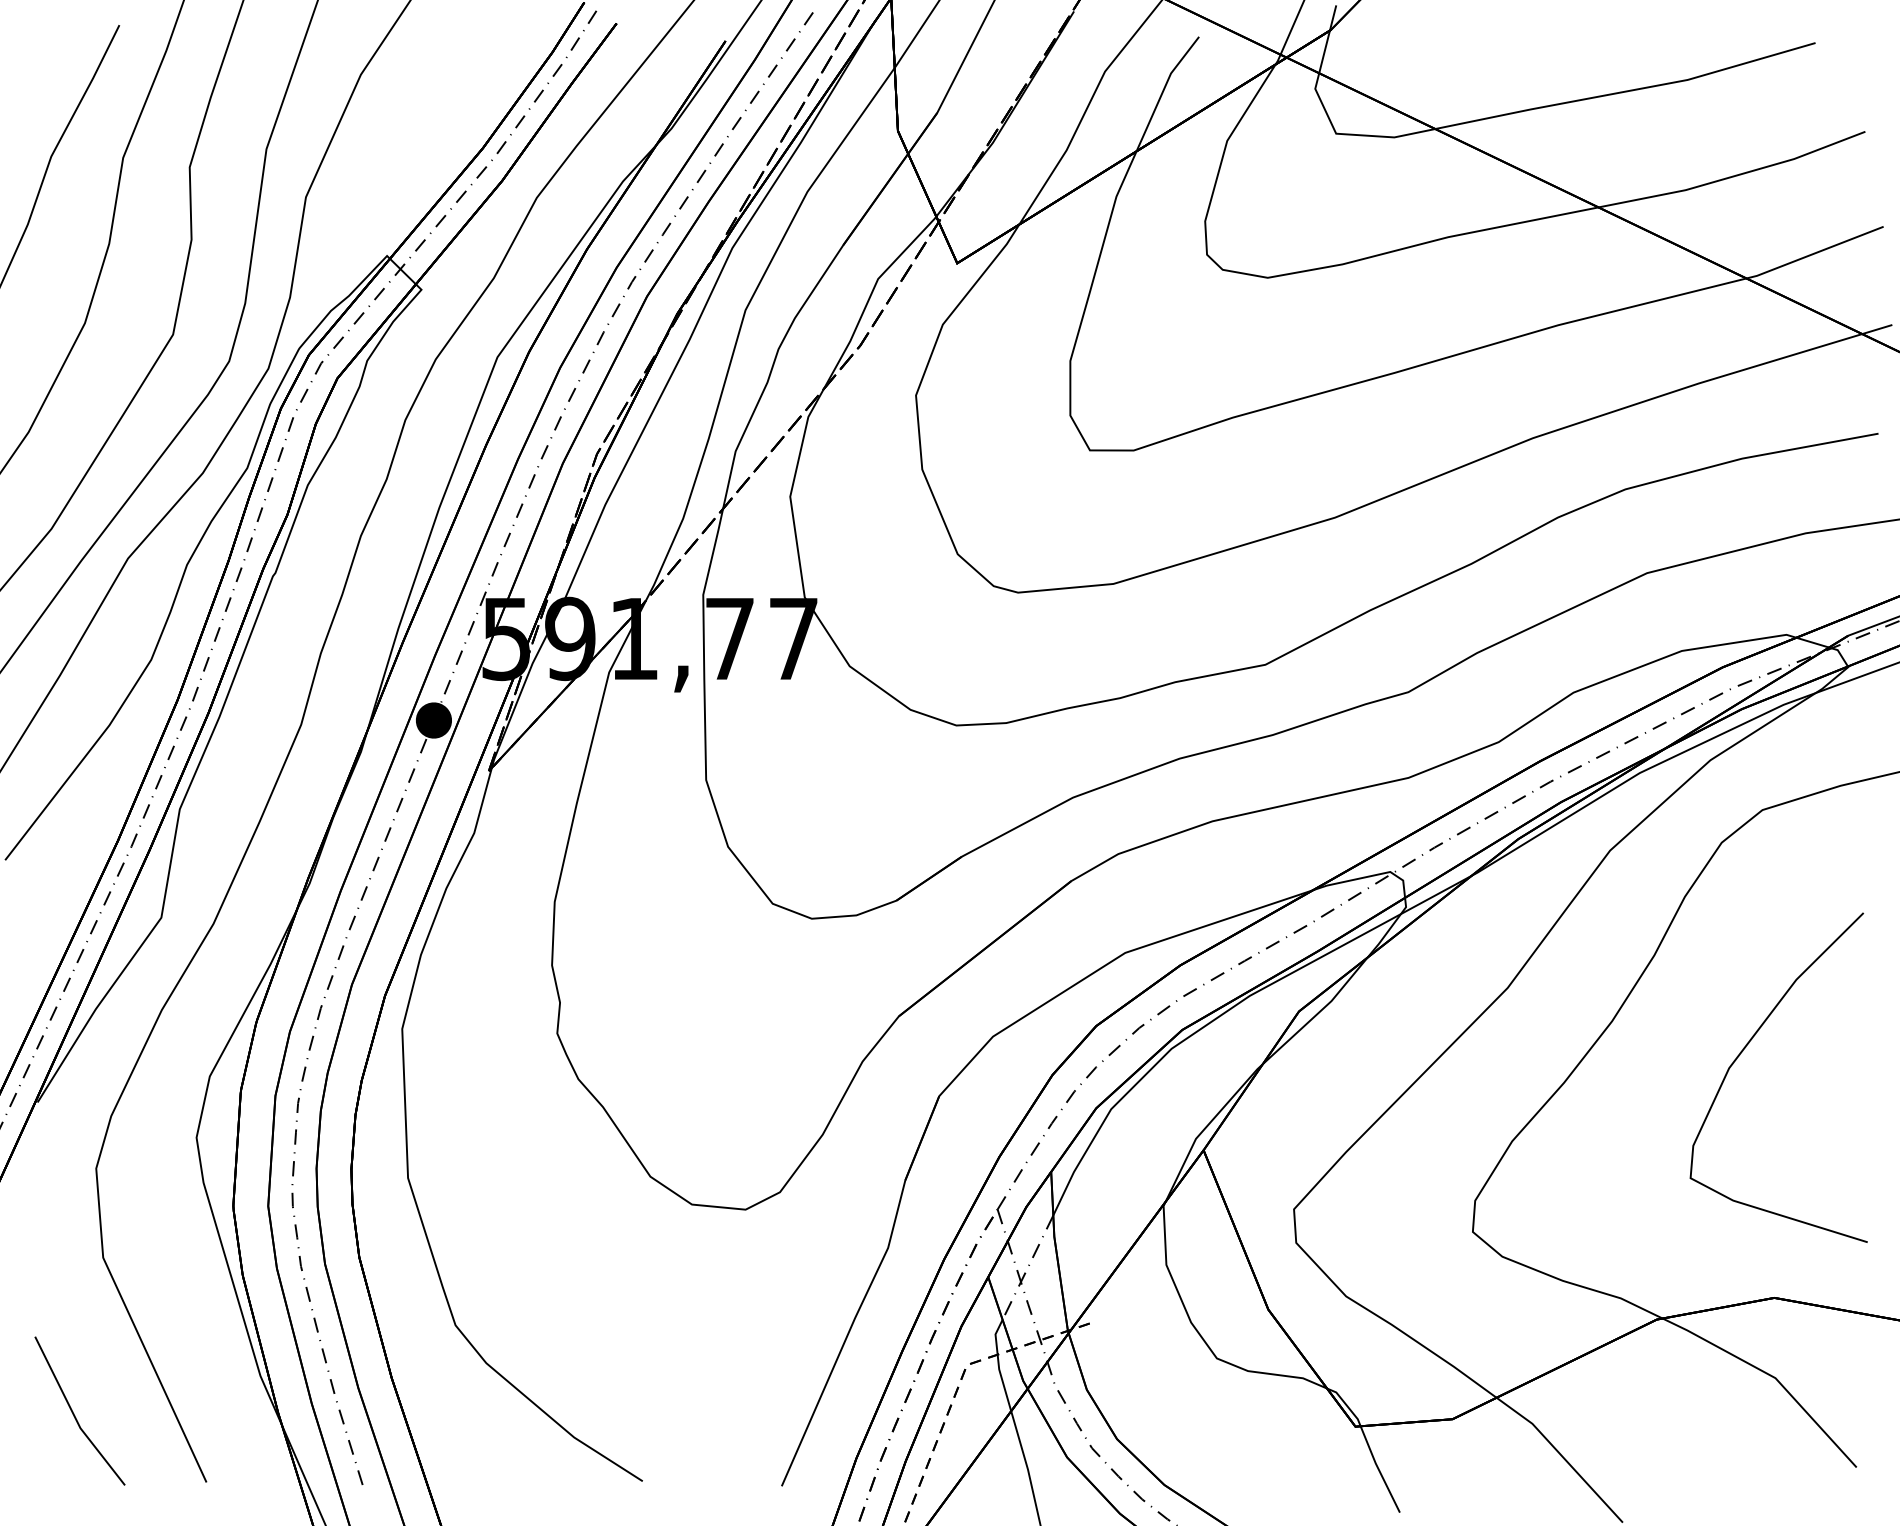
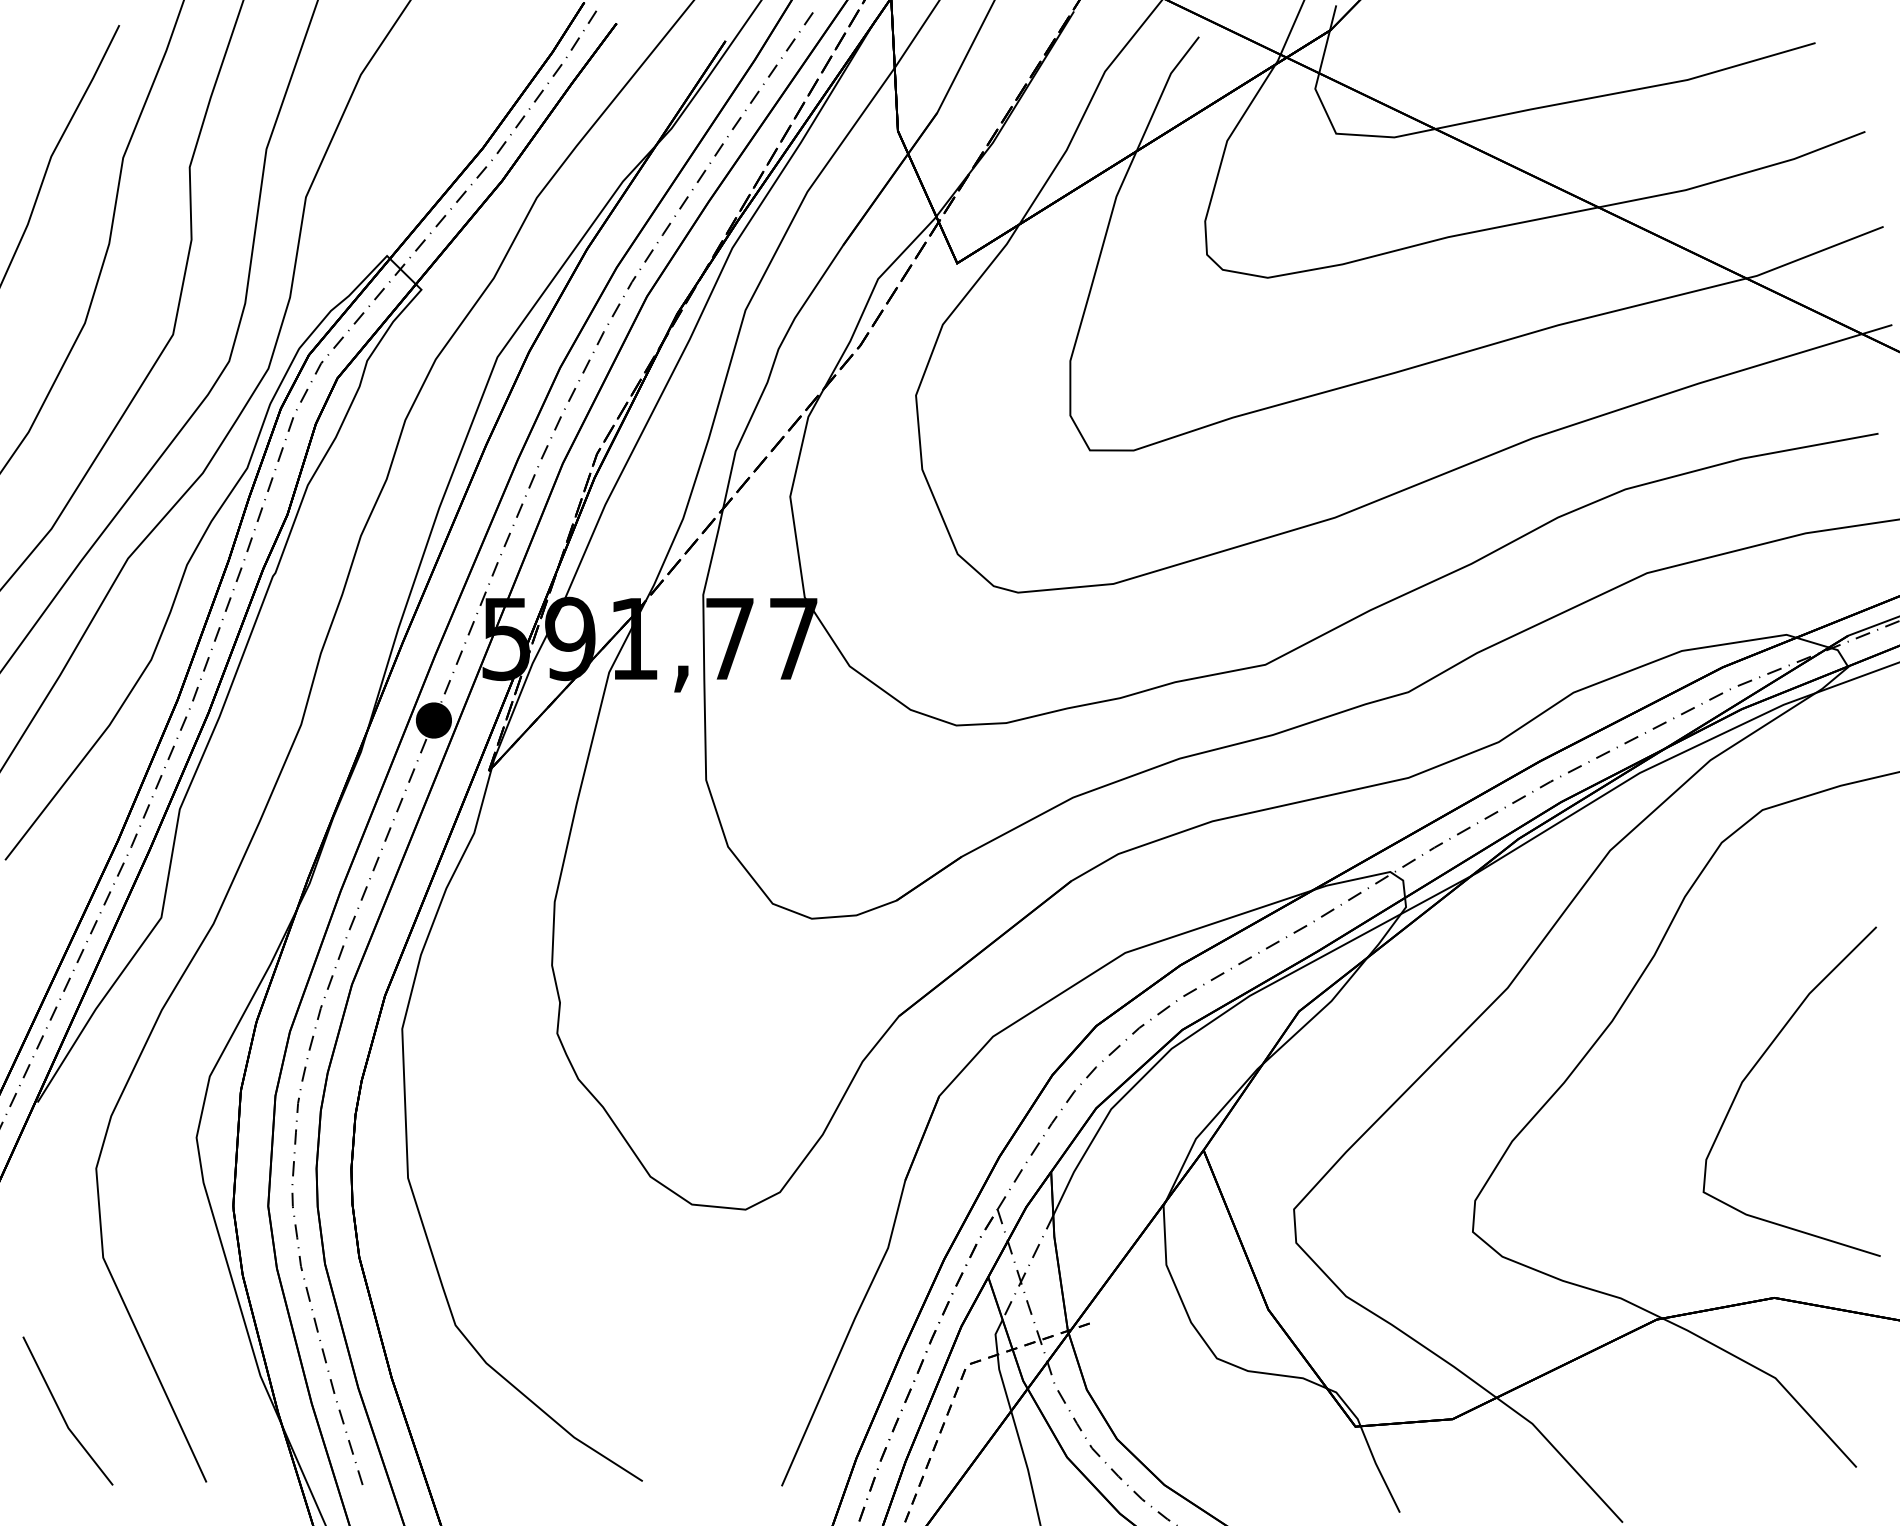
curve at (1743, 1051) position: (1743, 1051) -> (1756, 1065)
line at (74, 1413) position: (74, 1413) -> (62, 1413)
